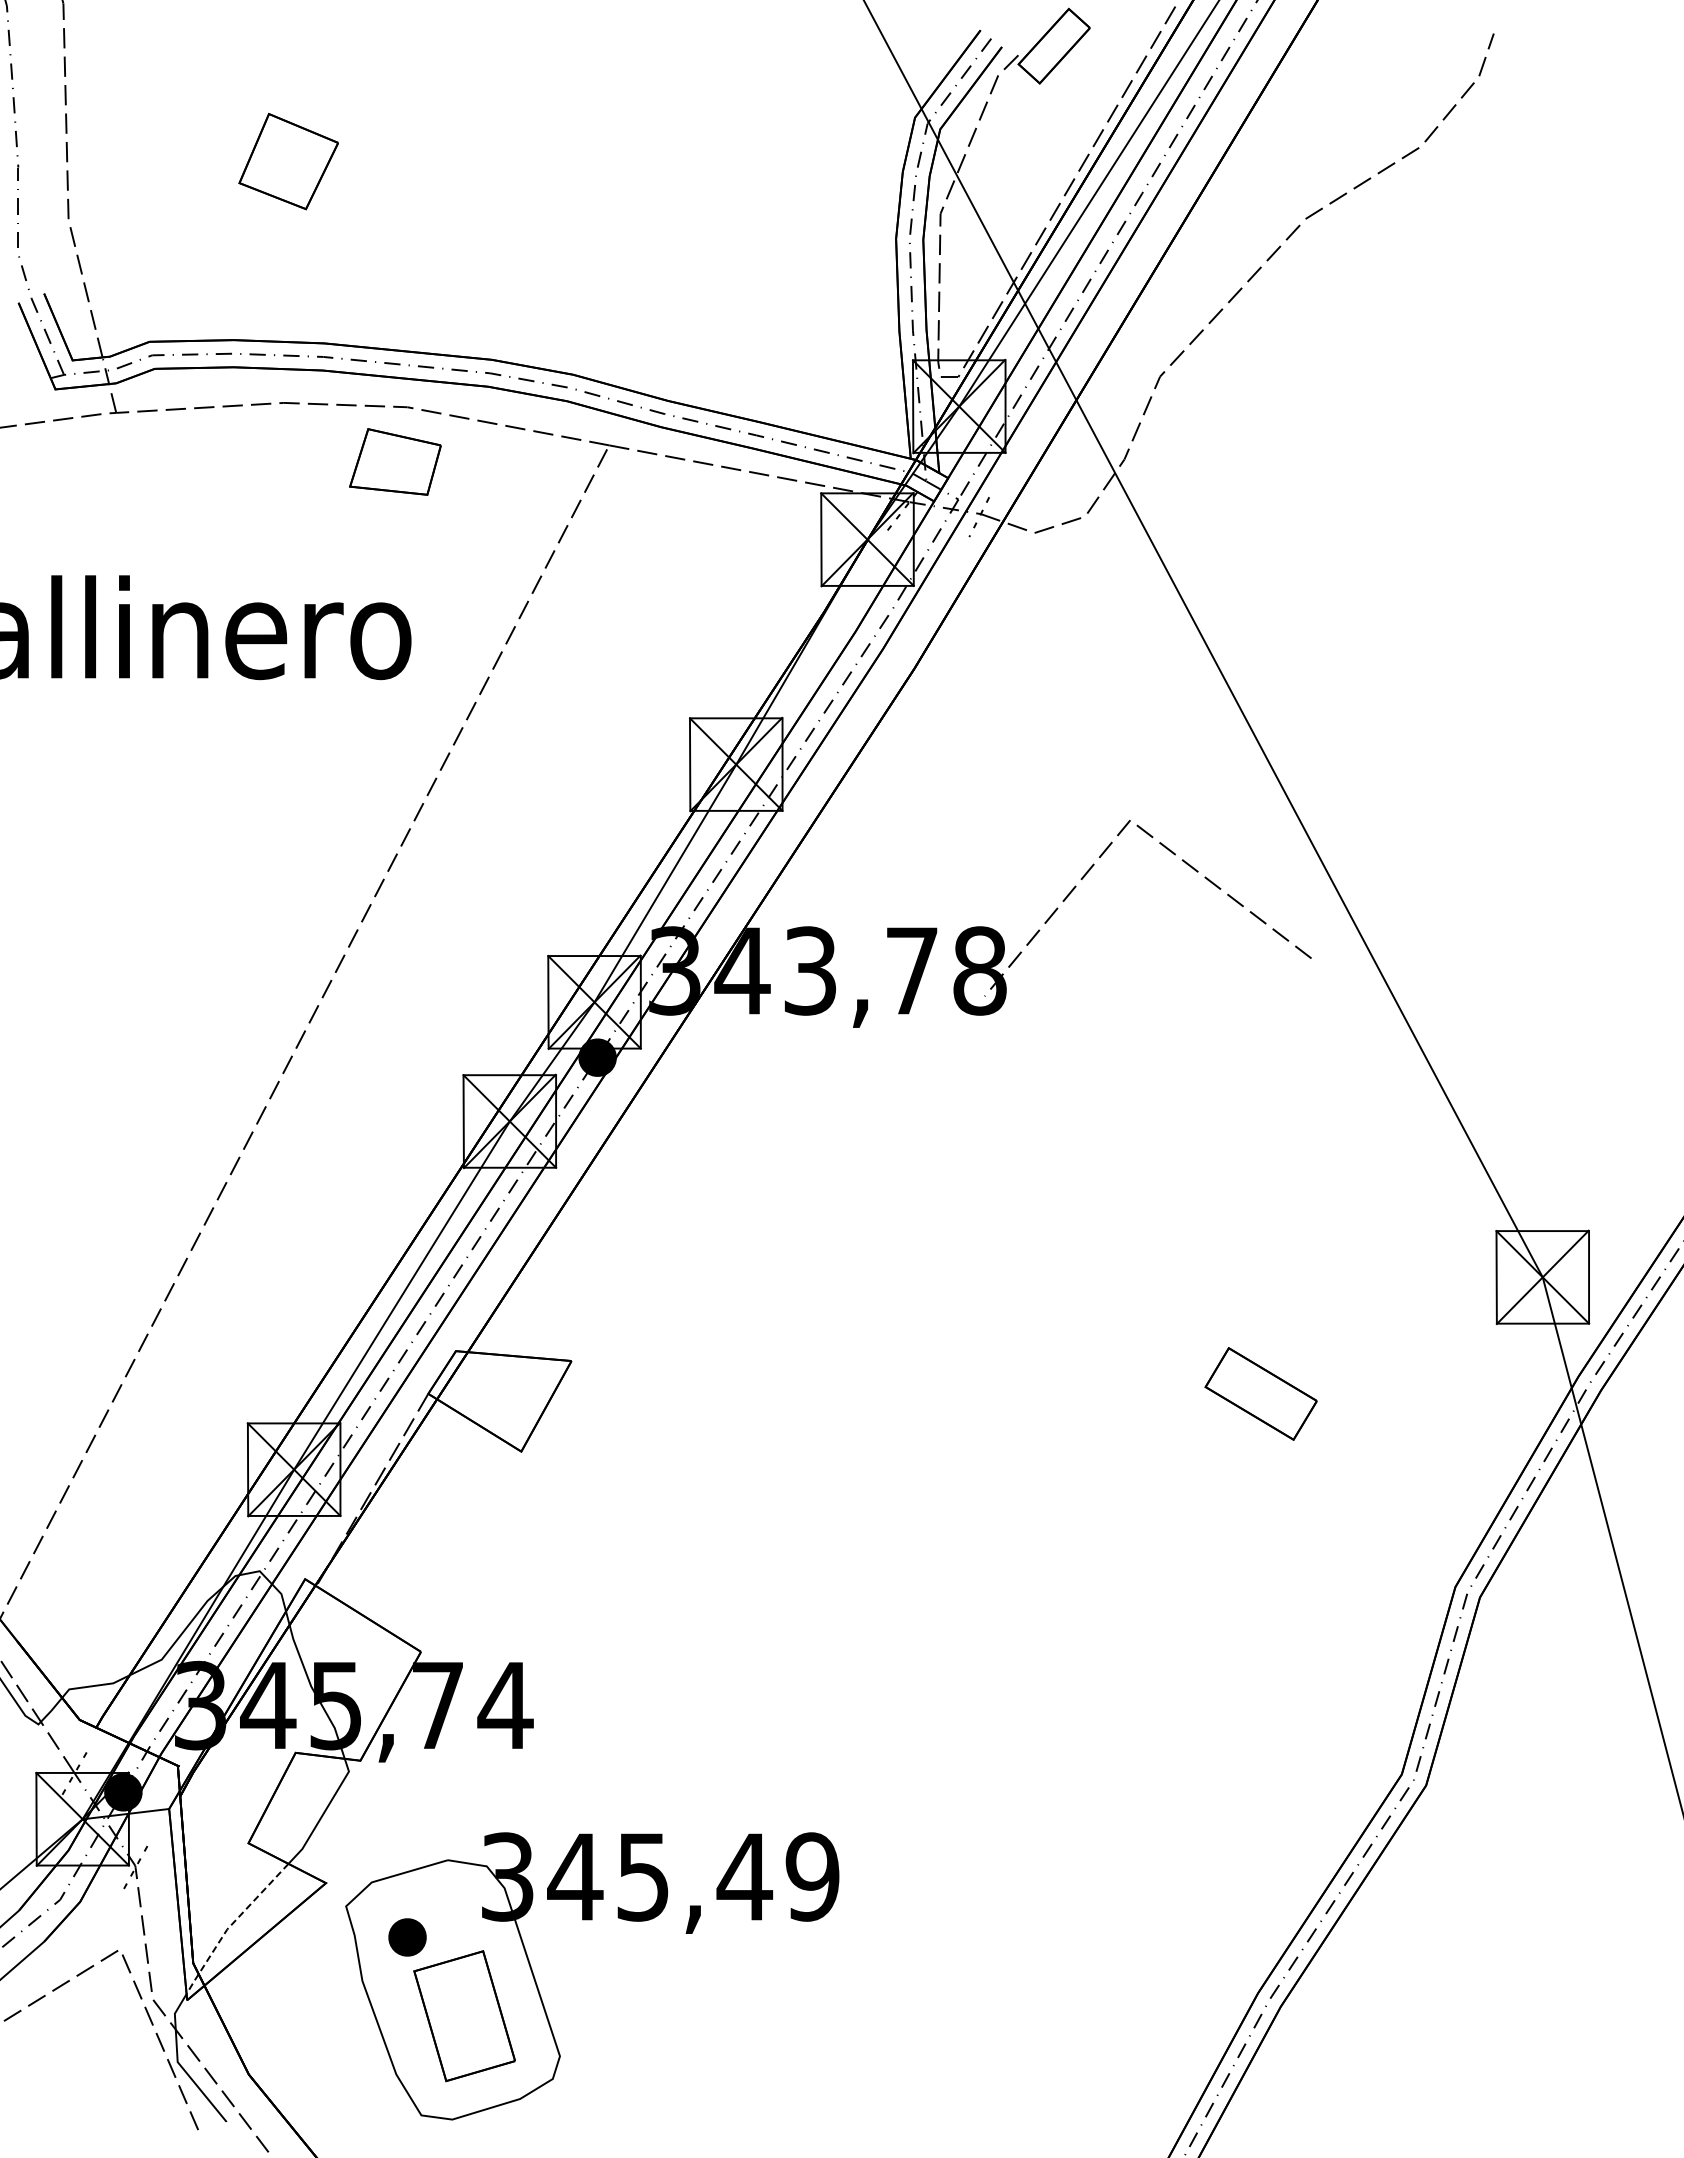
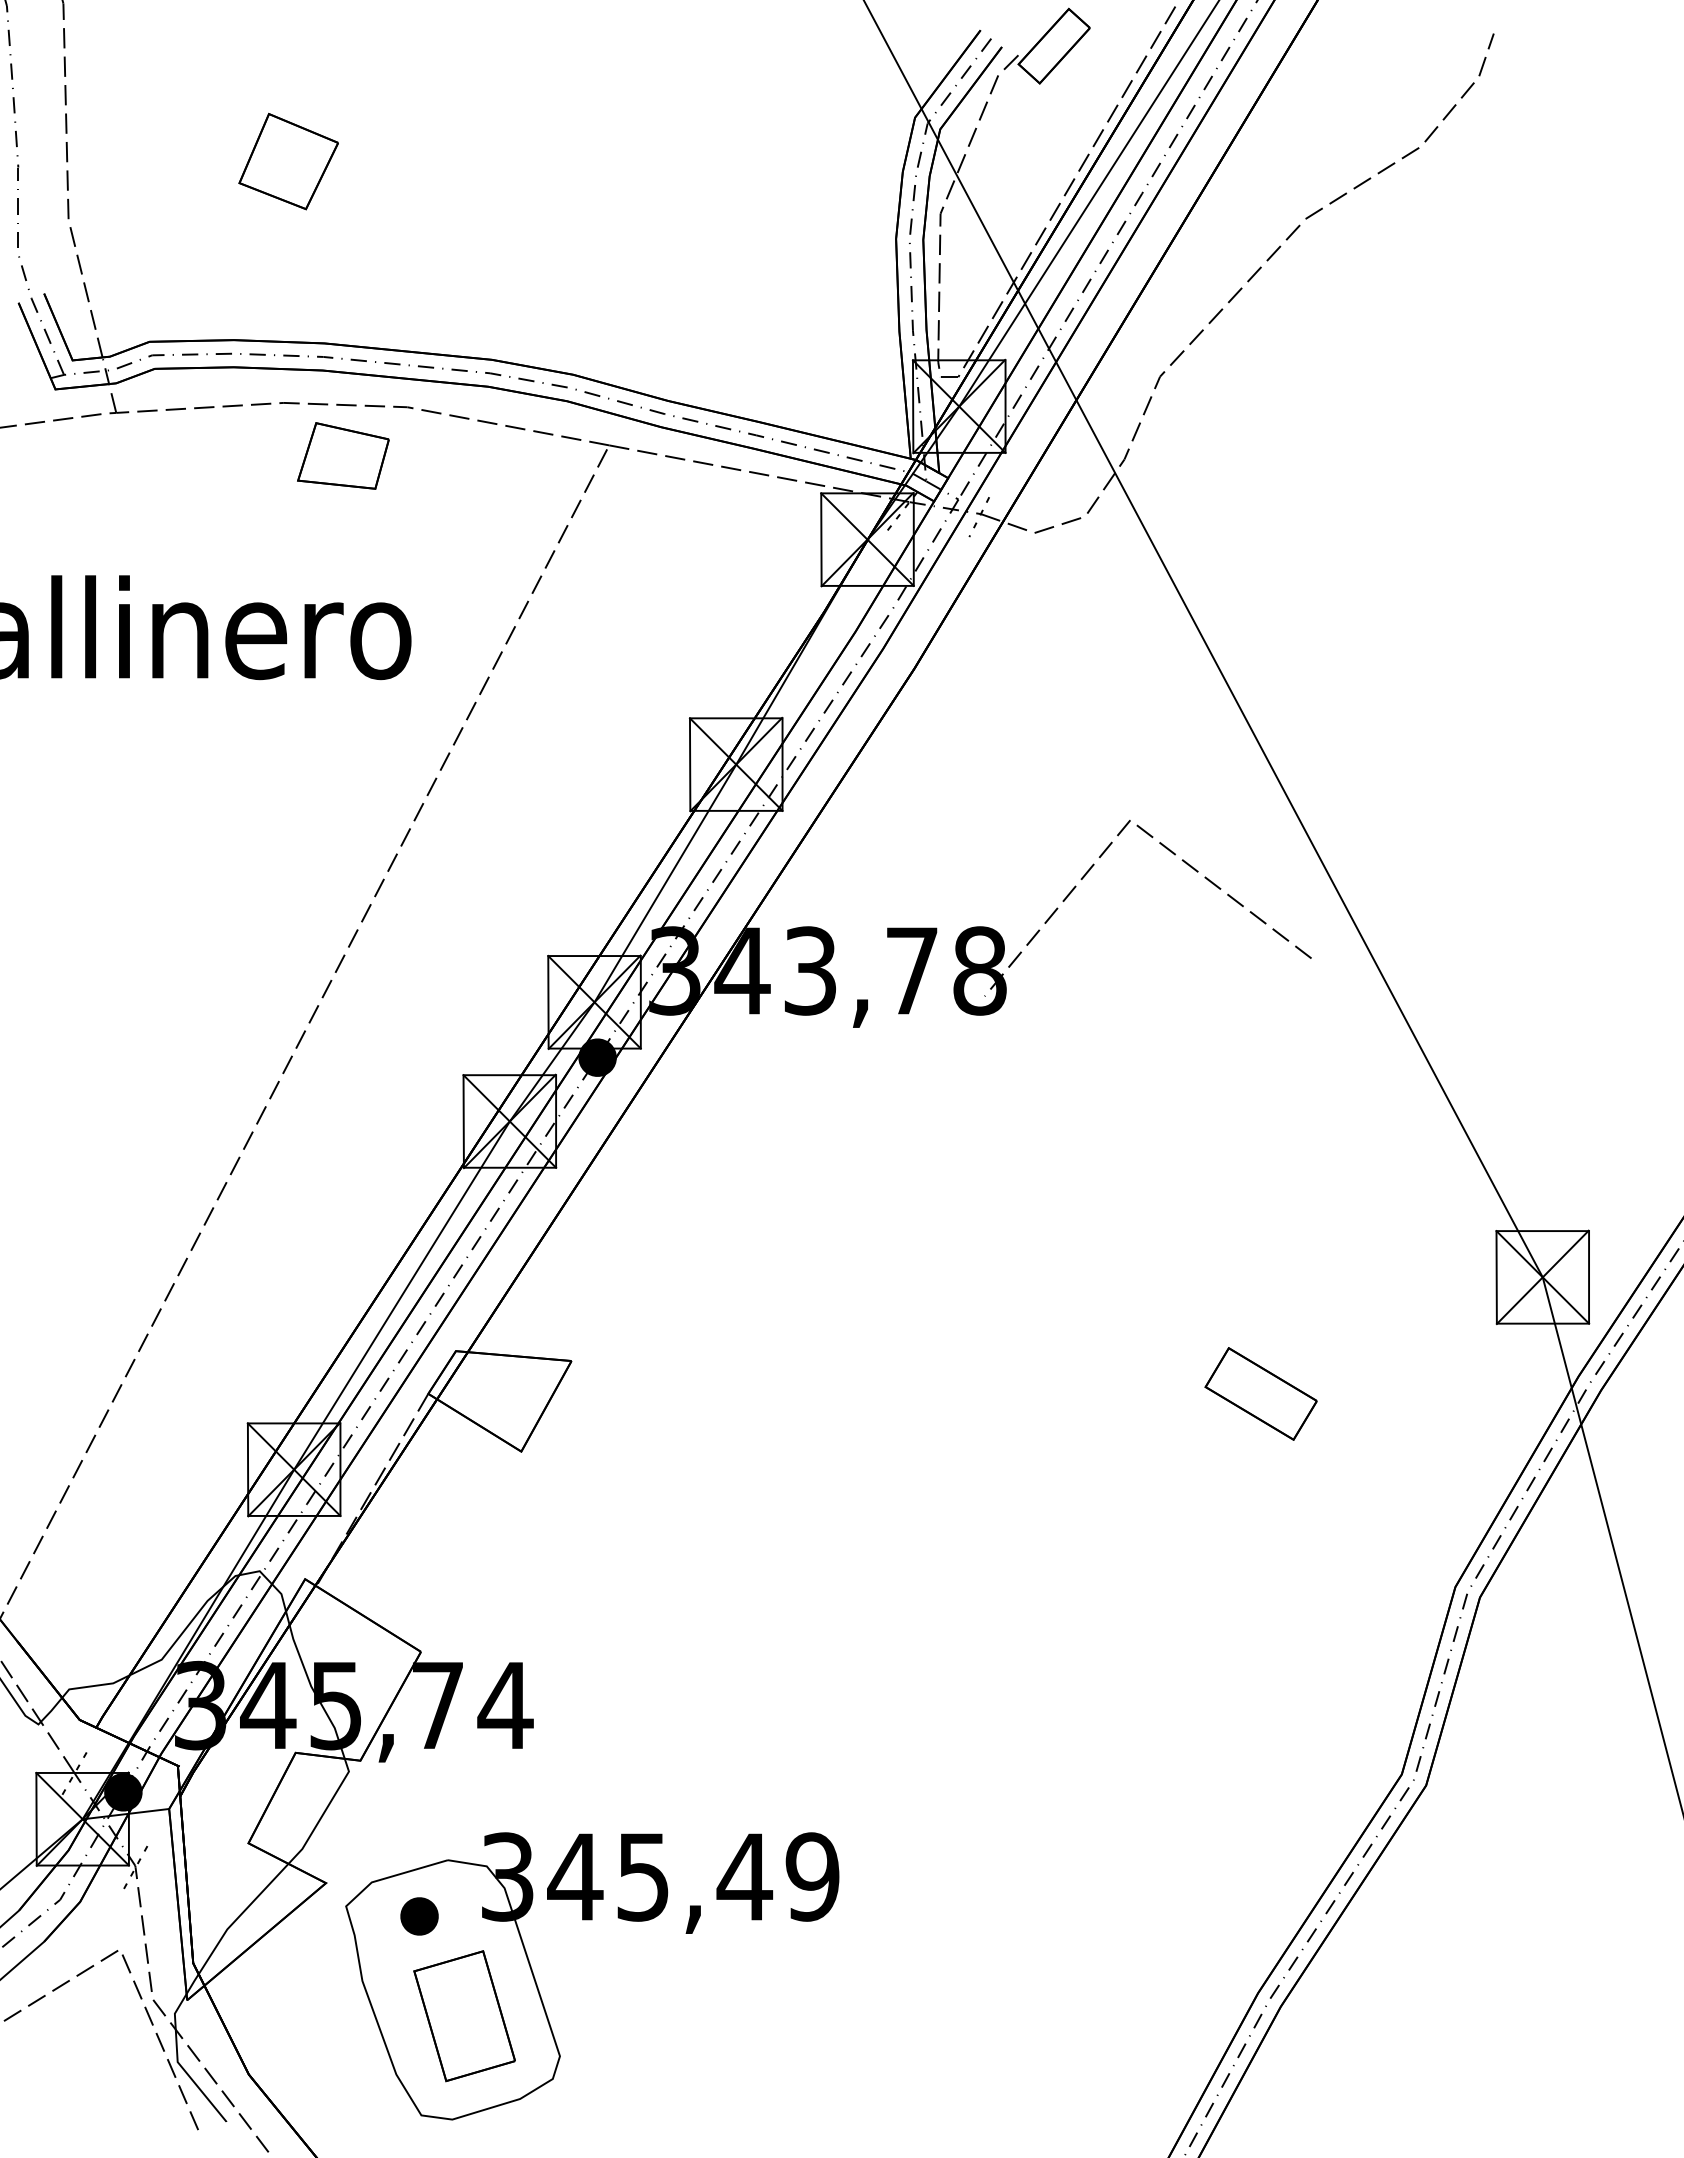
part at (395, 461) position: (395, 461) -> (343, 455)
line at (230, 1925): dashed -> solid
part at (407, 1937) position: (407, 1937) -> (419, 1916)
